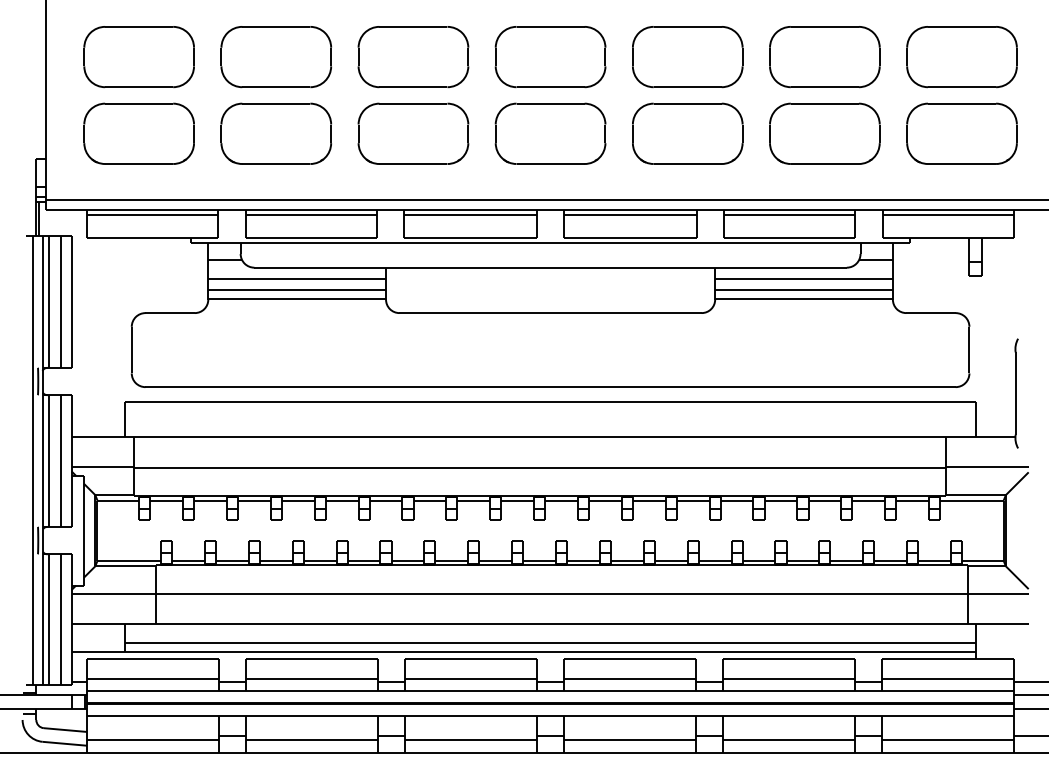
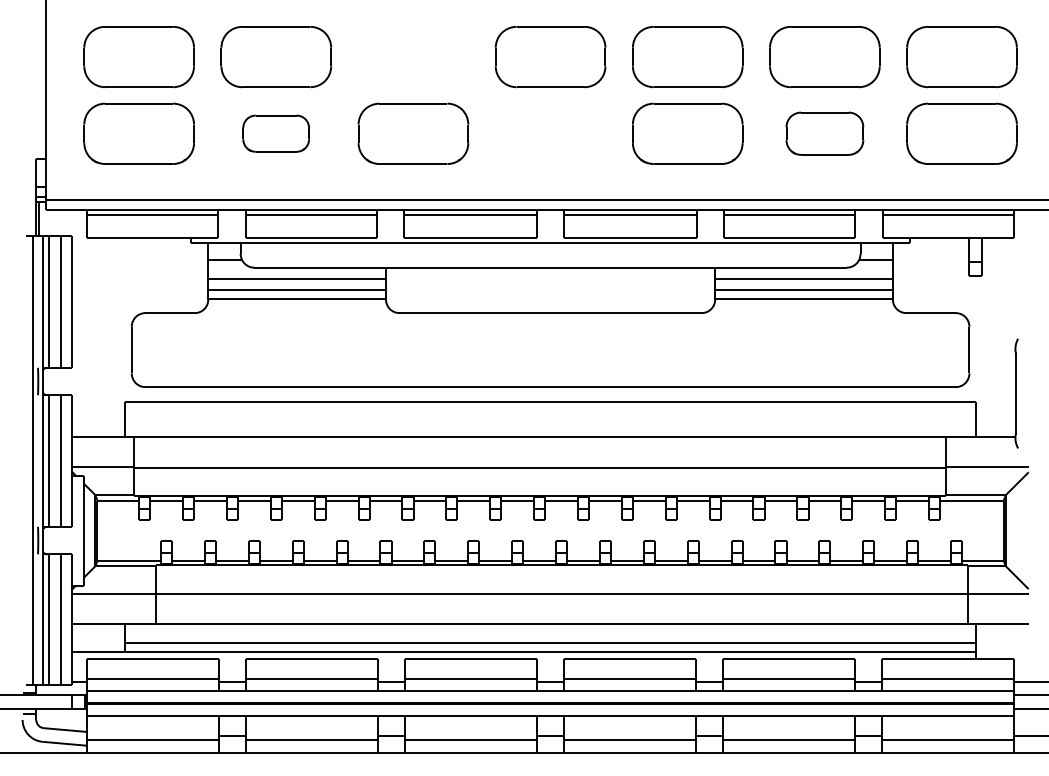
part at (413, 57): present -> none
part at (275, 133) size: 112x63 px -> 68x39 px
part at (550, 133): present -> none
part at (824, 133) size: 112x63 px -> 80x45 px
